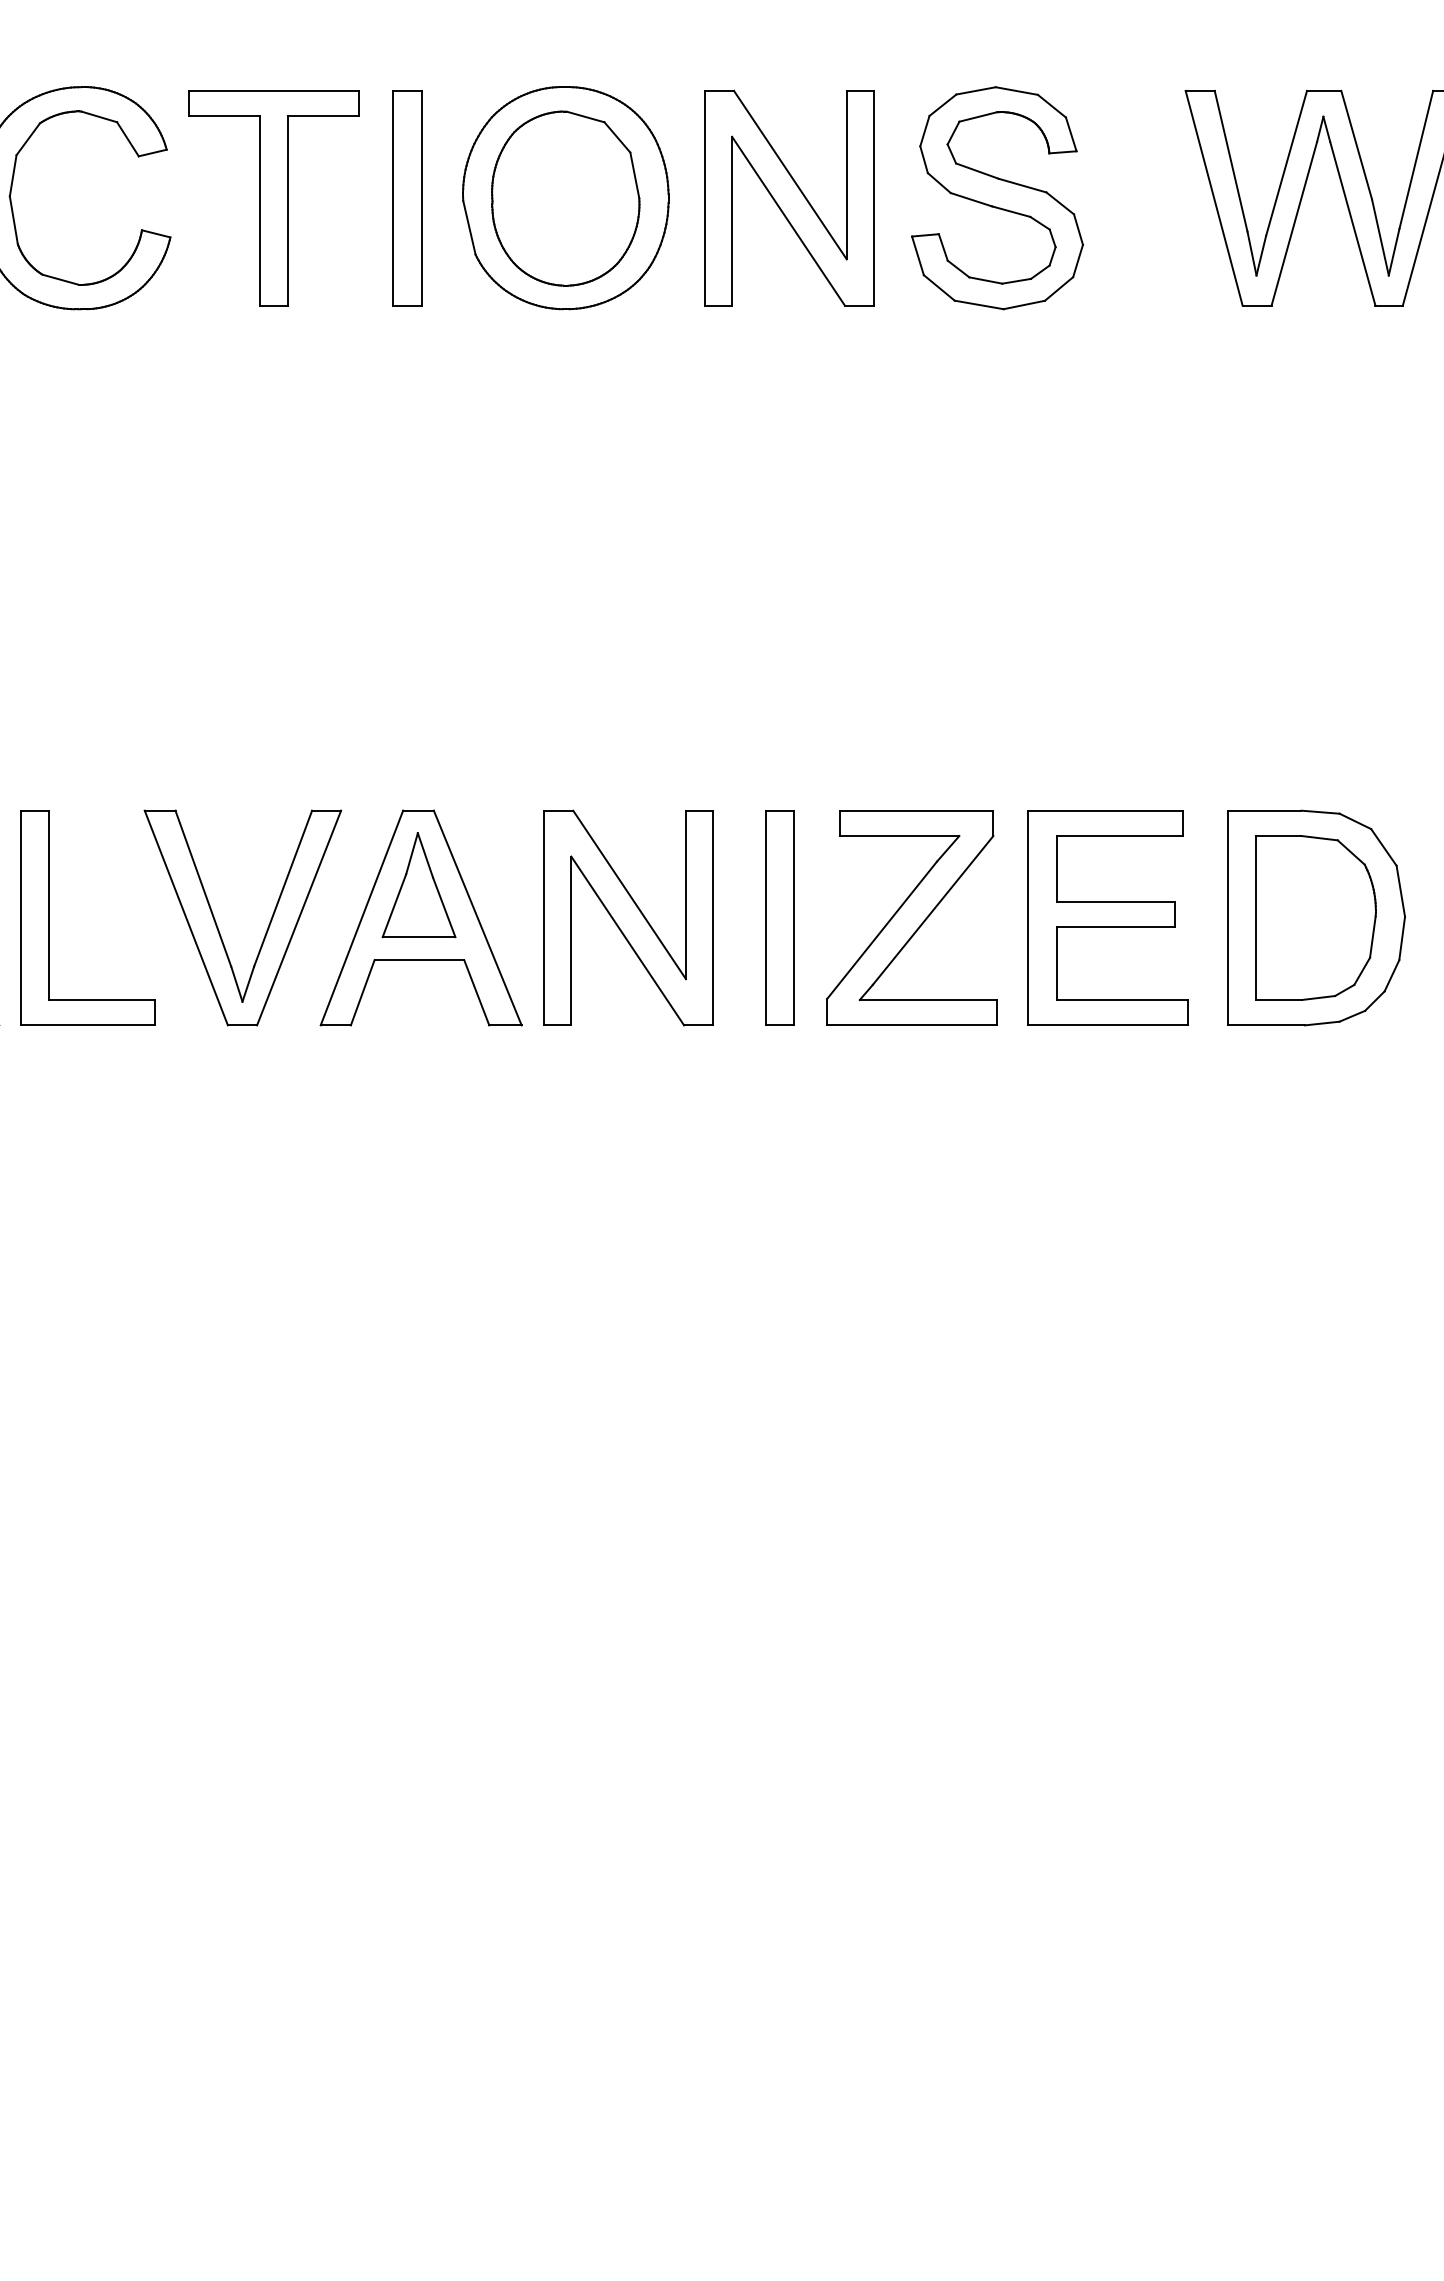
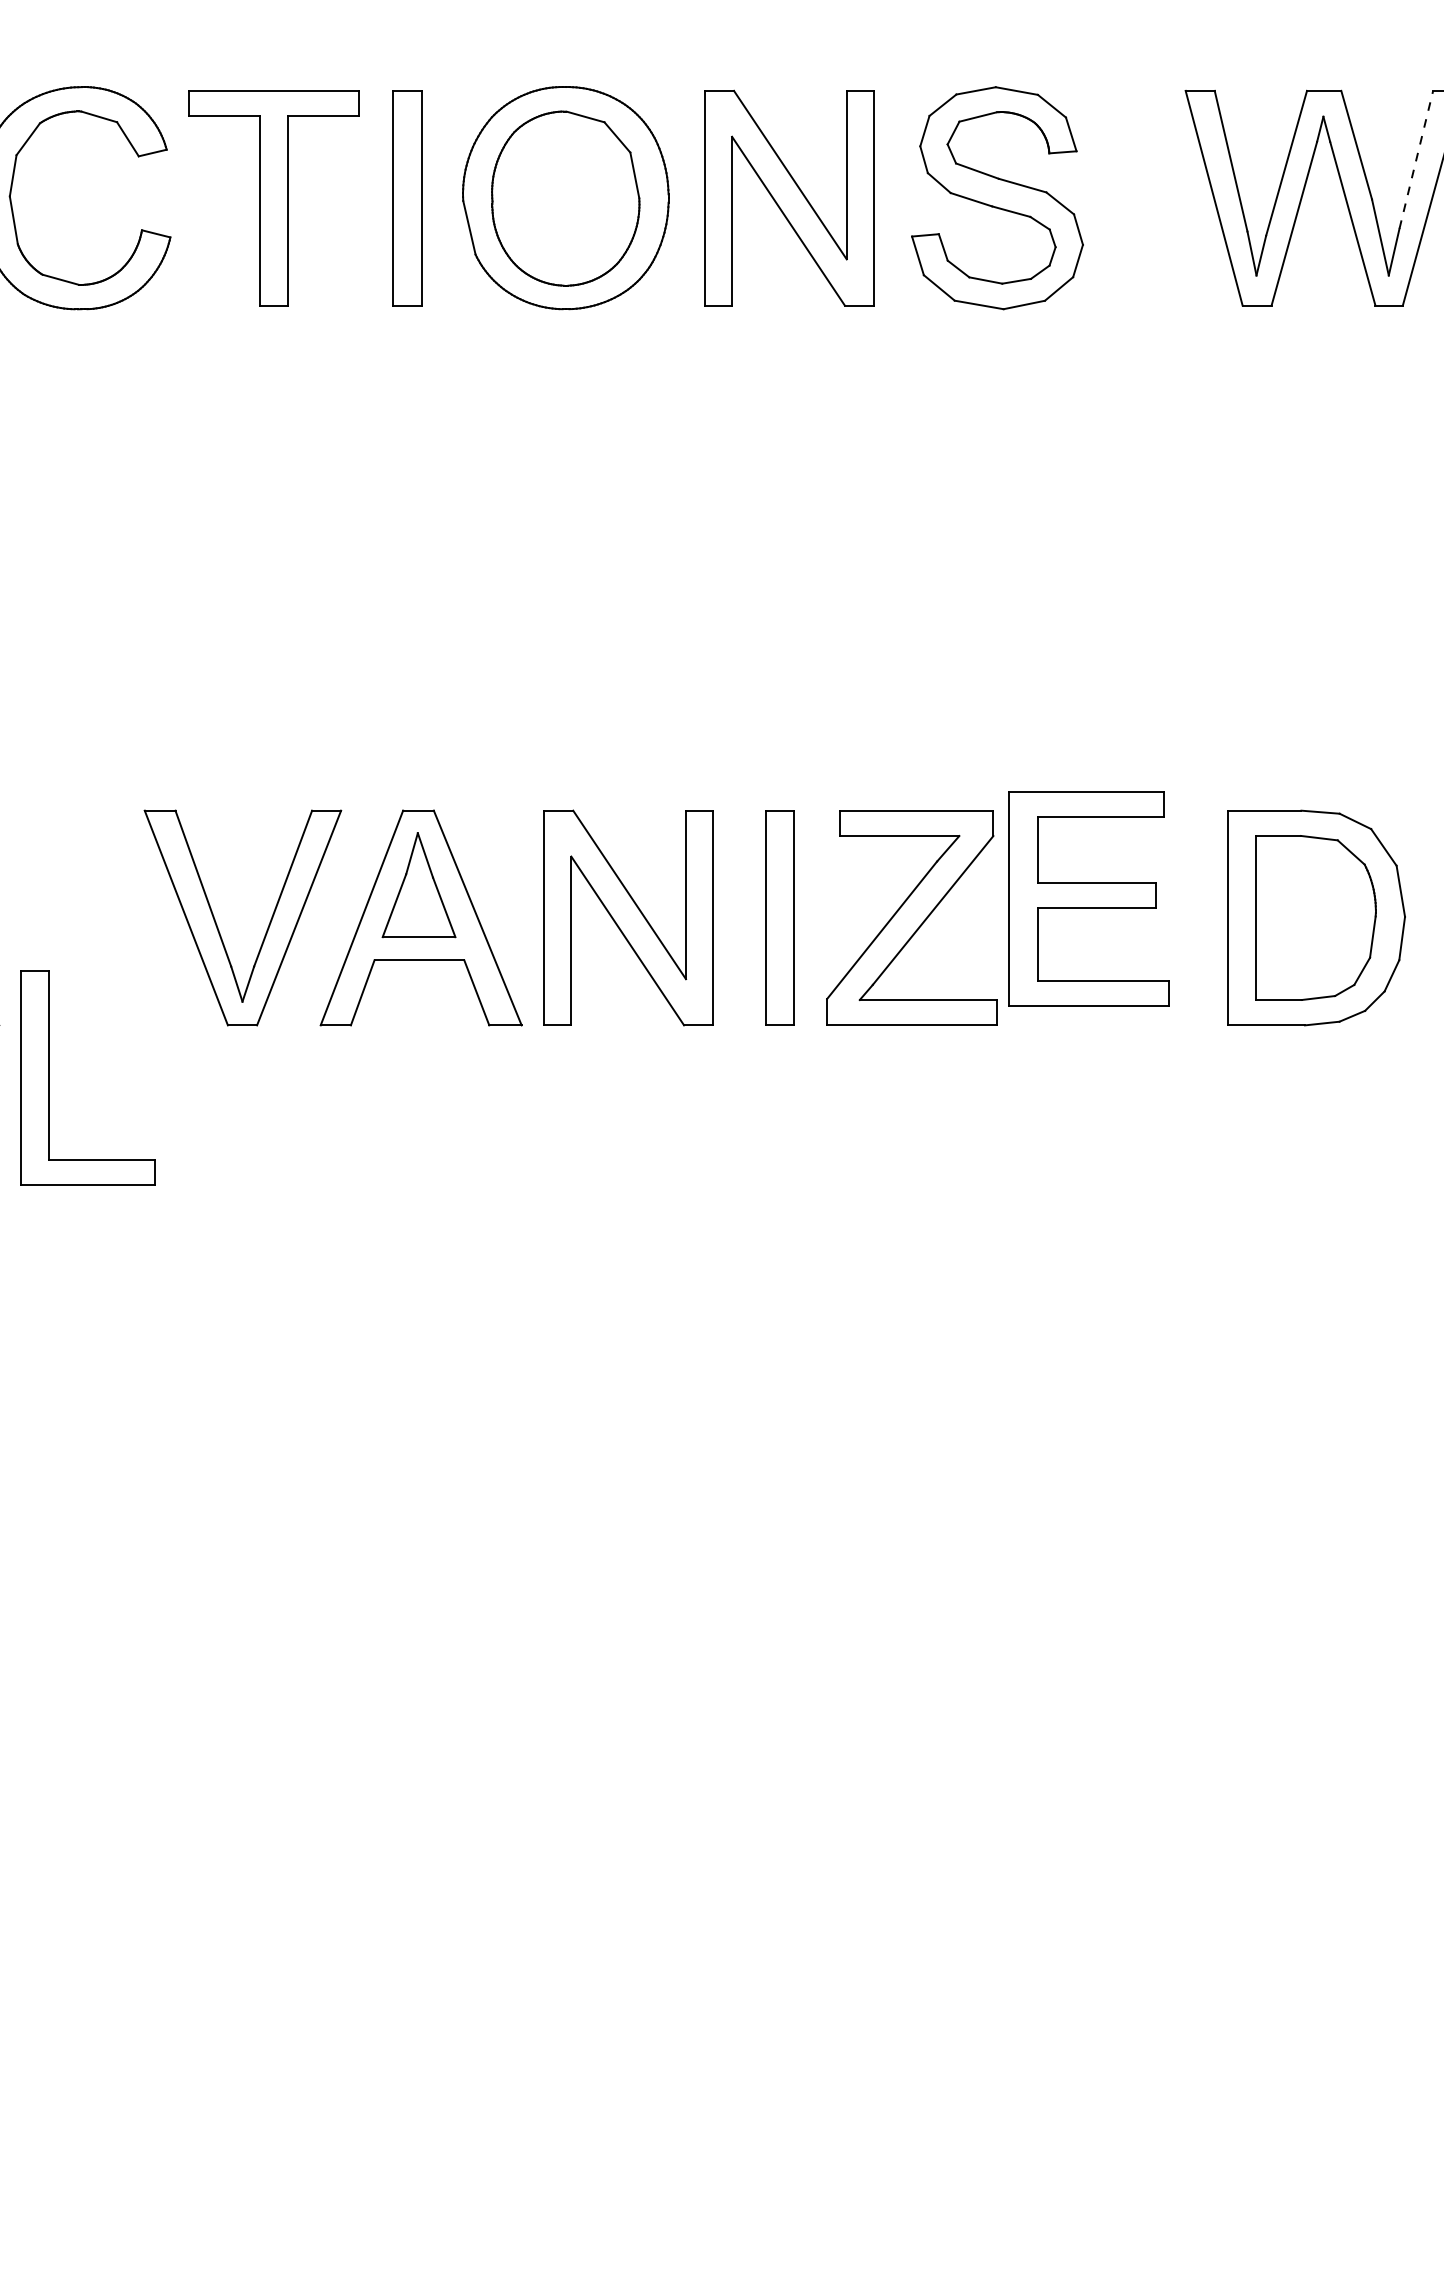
line at (1416, 159): solid -> dashed
part at (49, 917) position: (49, 917) -> (49, 1077)
part at (1107, 917) position: (1107, 917) -> (1088, 898)
